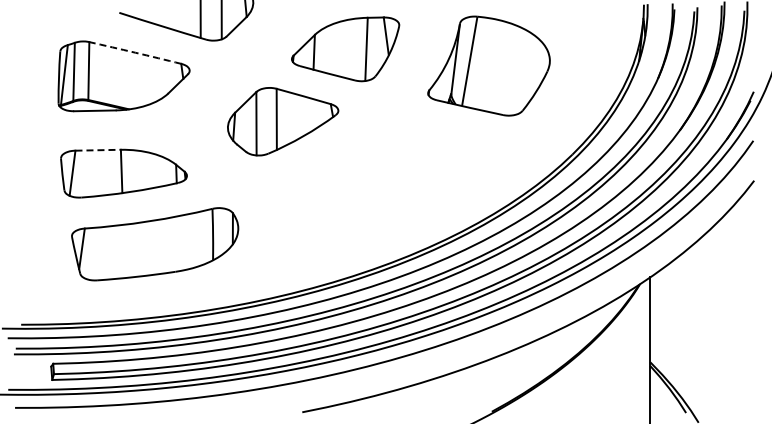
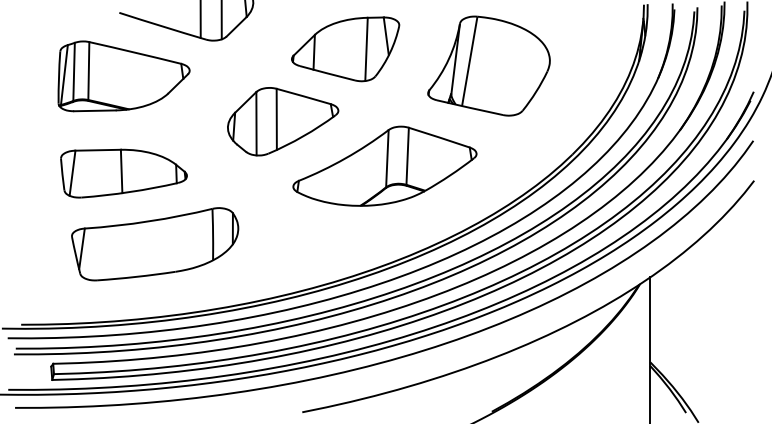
arc at (135, 52): dashed -> solid
line at (98, 150): dashed -> solid
part at (384, 165): none -> present
